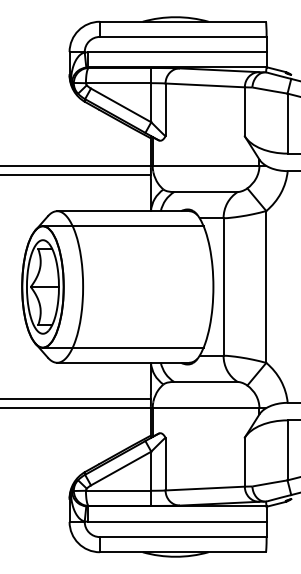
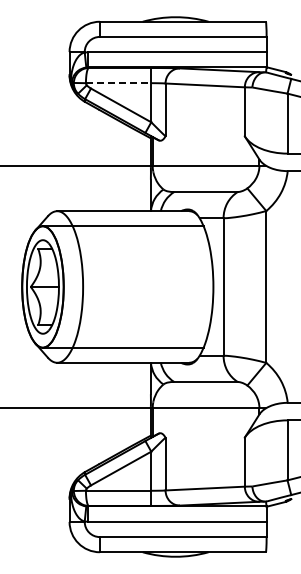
line at (118, 83): solid -> dashed
line at (76, 174): present -> none
line at (76, 399): present -> none
